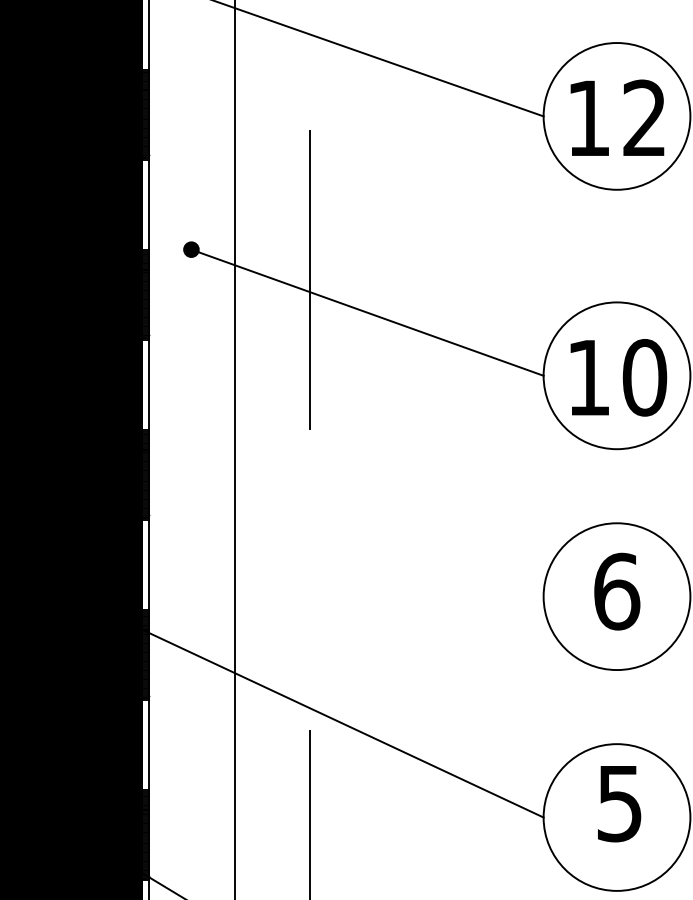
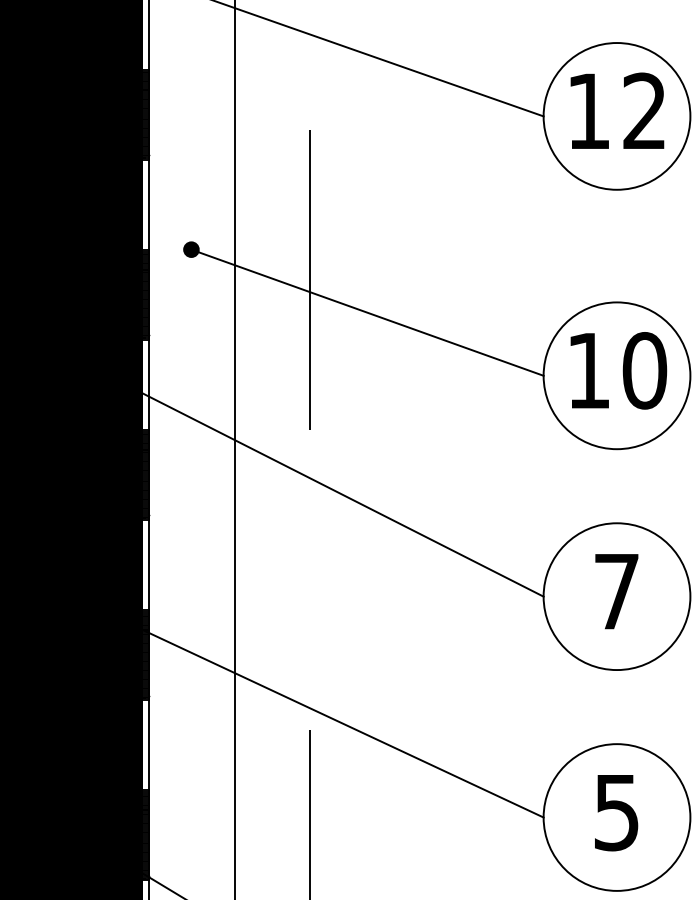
text at (617, 117) position: (617, 117) -> (617, 110)
text at (618, 377) position: (618, 377) -> (618, 370)
line at (333, 489): none -> present
text at (617, 591): 6 -> 7
text at (619, 804) position: (619, 804) -> (616, 813)
